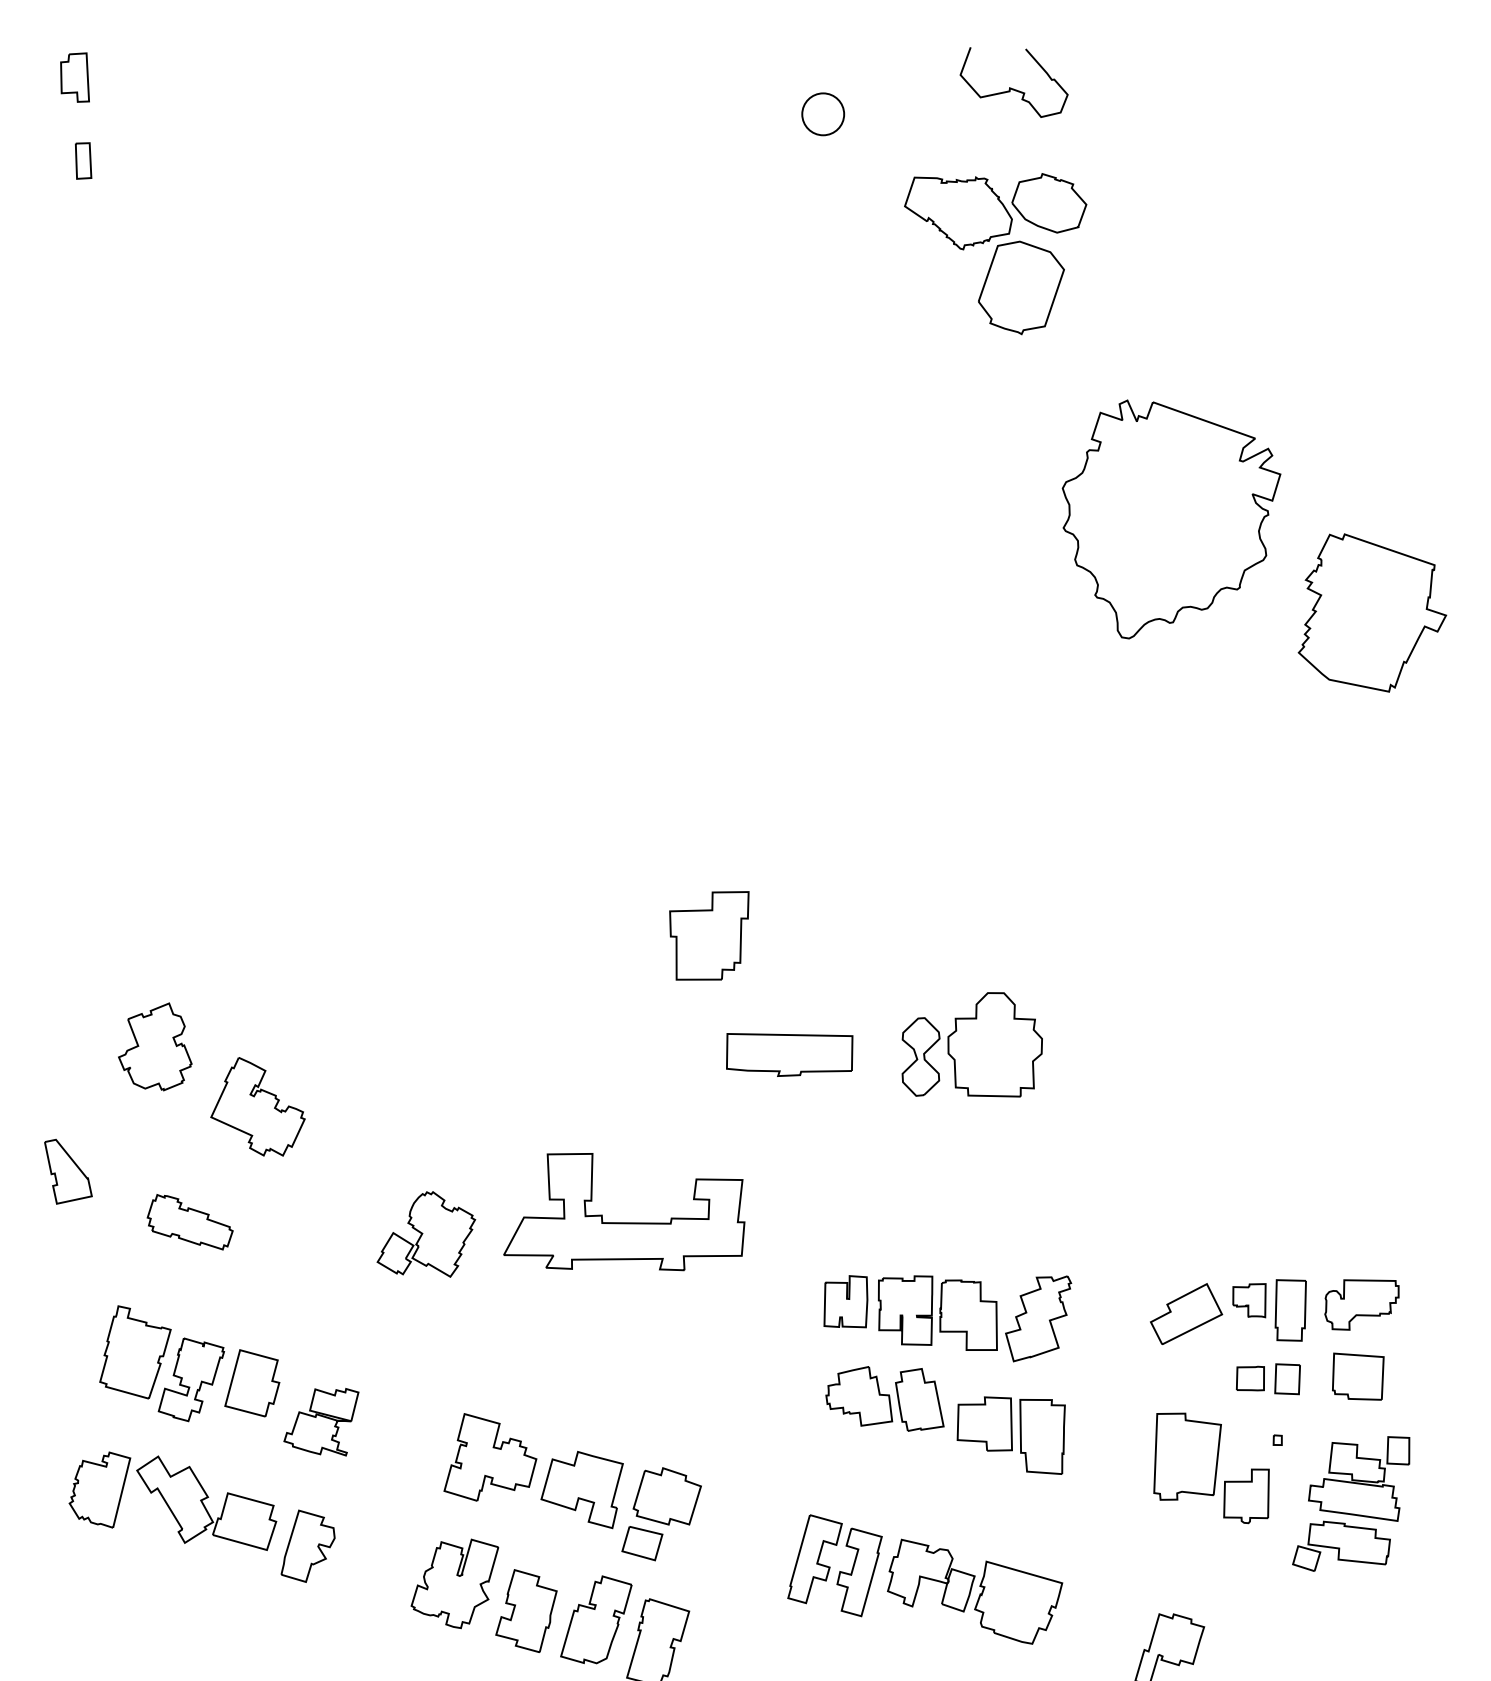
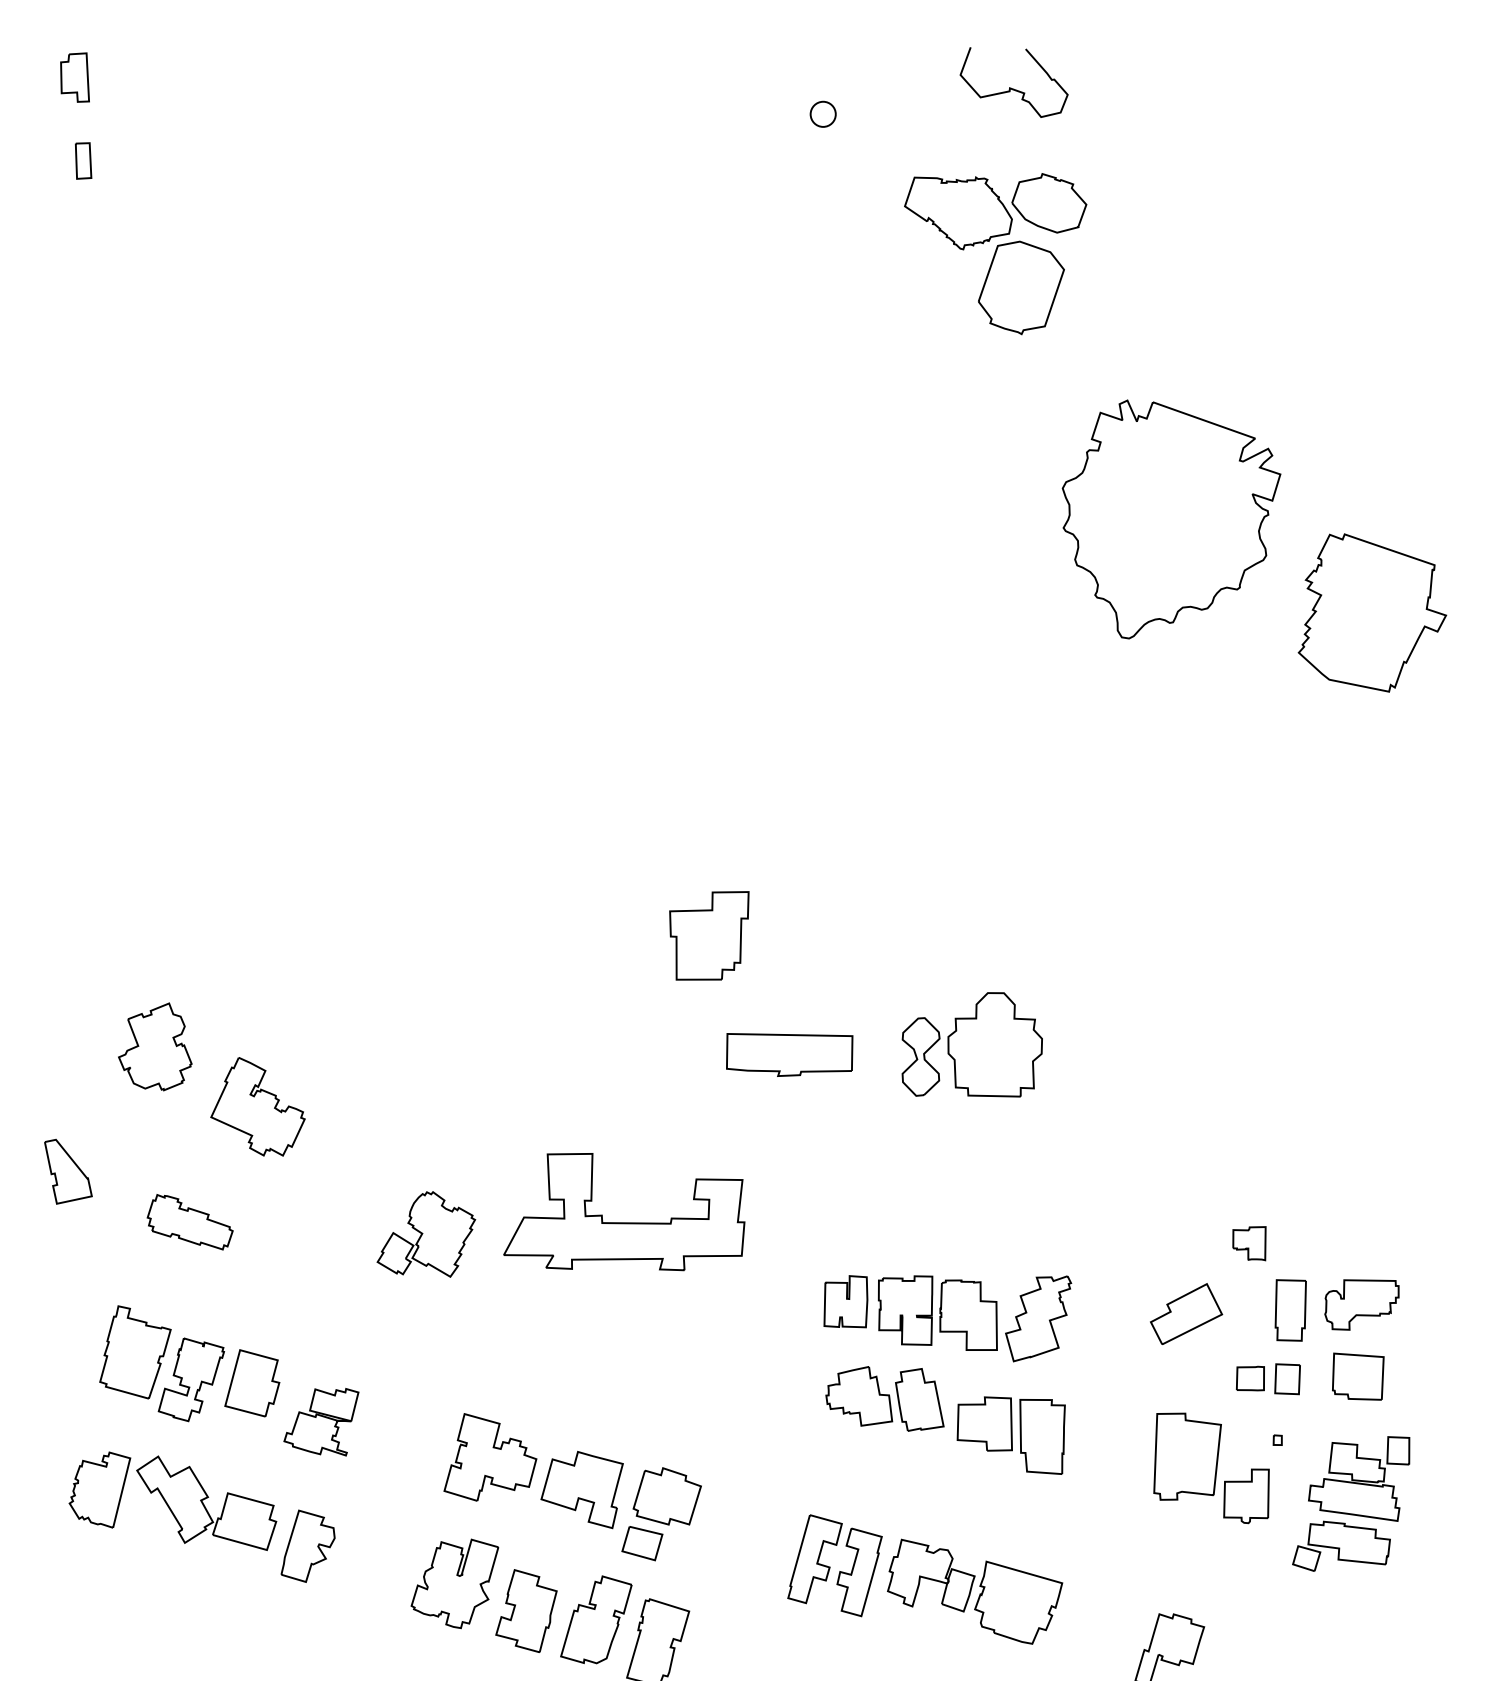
circle at (823, 114) diameter: 42 px -> 25 px
part at (1249, 1300) position: (1249, 1300) -> (1249, 1243)
